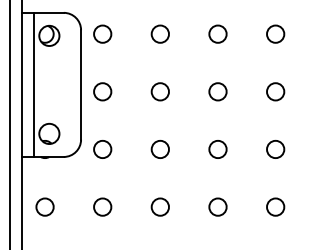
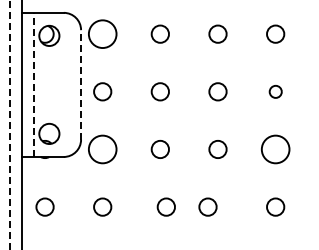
circle at (102, 33) diameter: 17 px -> 28 px
line at (33, 84): solid -> dashed
line at (81, 84): solid -> dashed
circle at (275, 91) size: 20x20 px -> 15x14 px
line at (10, 124): solid -> dashed
circle at (102, 149) diameter: 17 px -> 28 px
circle at (275, 149) diameter: 17 px -> 28 px
circle at (159, 206) position: (159, 206) -> (165, 206)
circle at (217, 206) position: (217, 206) -> (207, 206)
